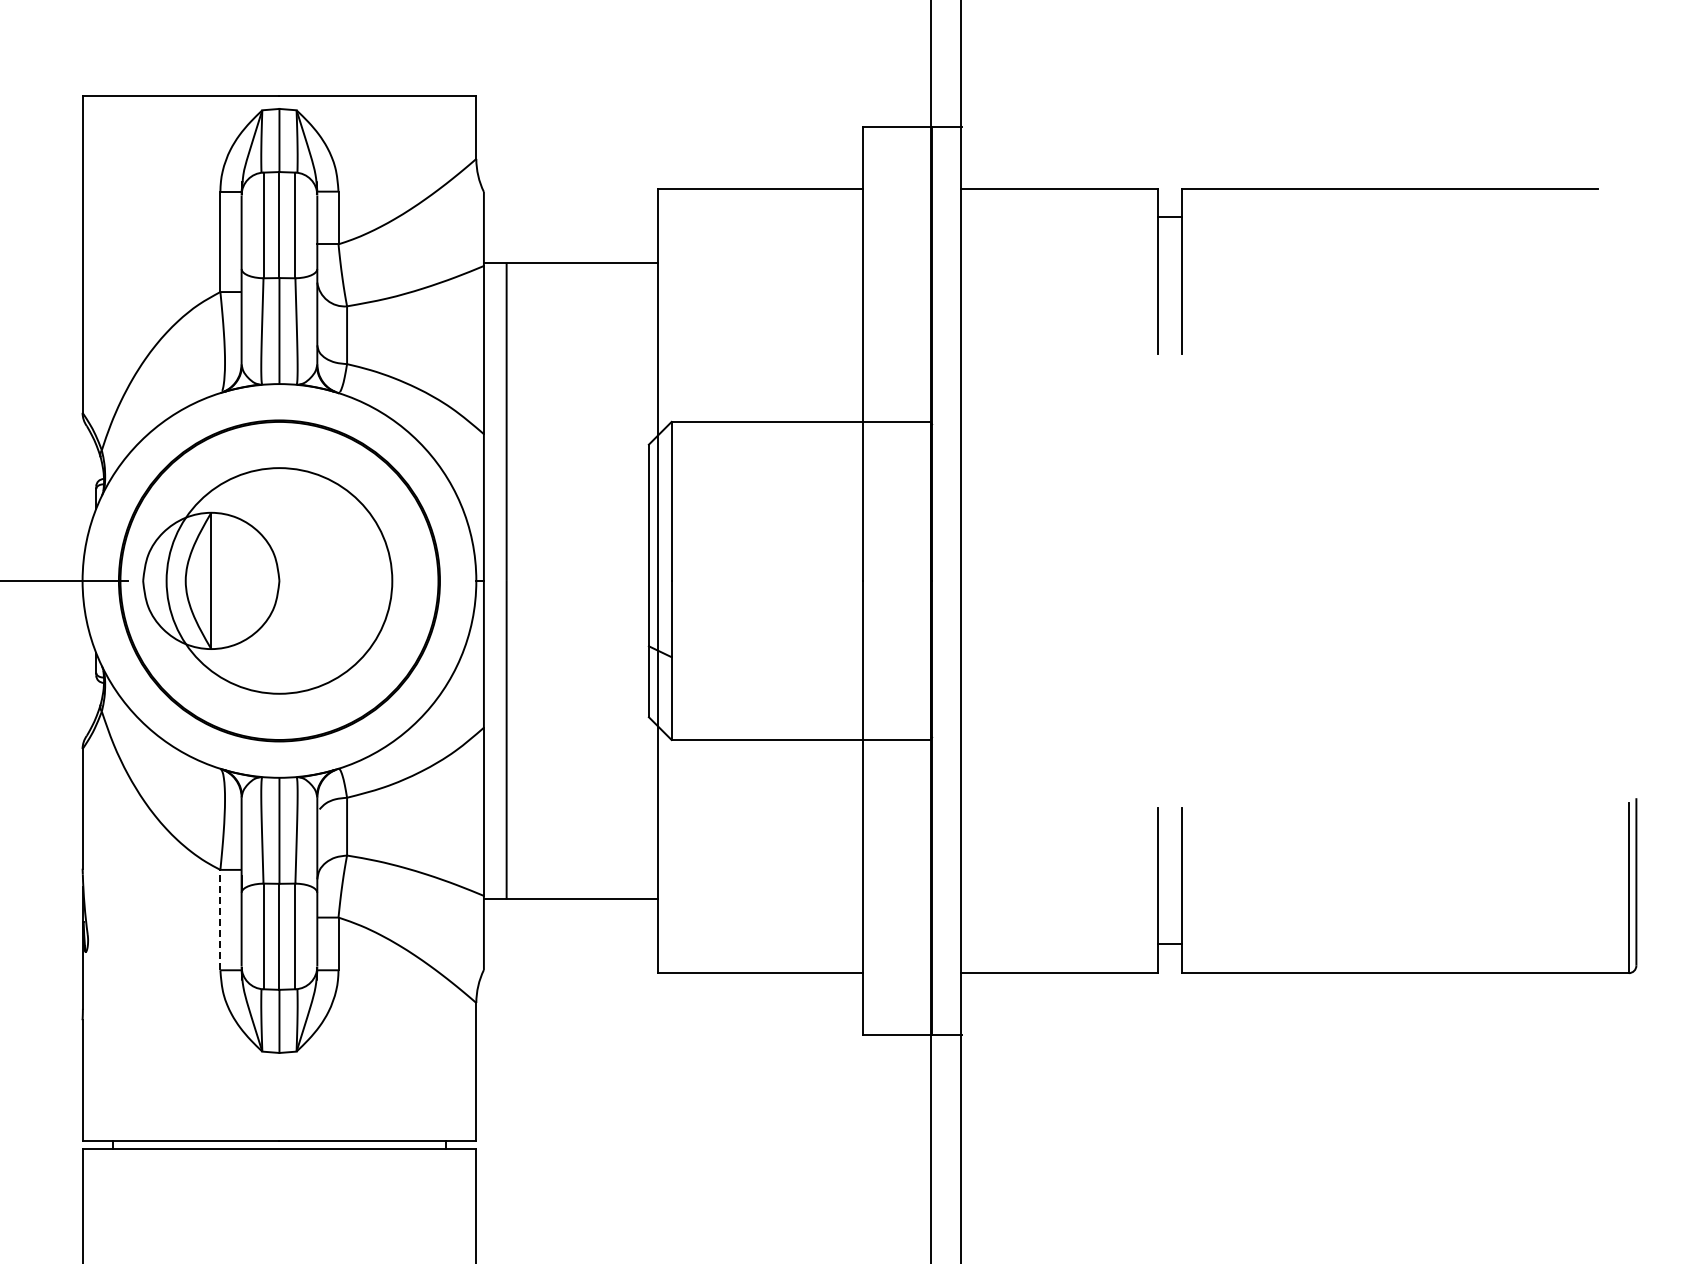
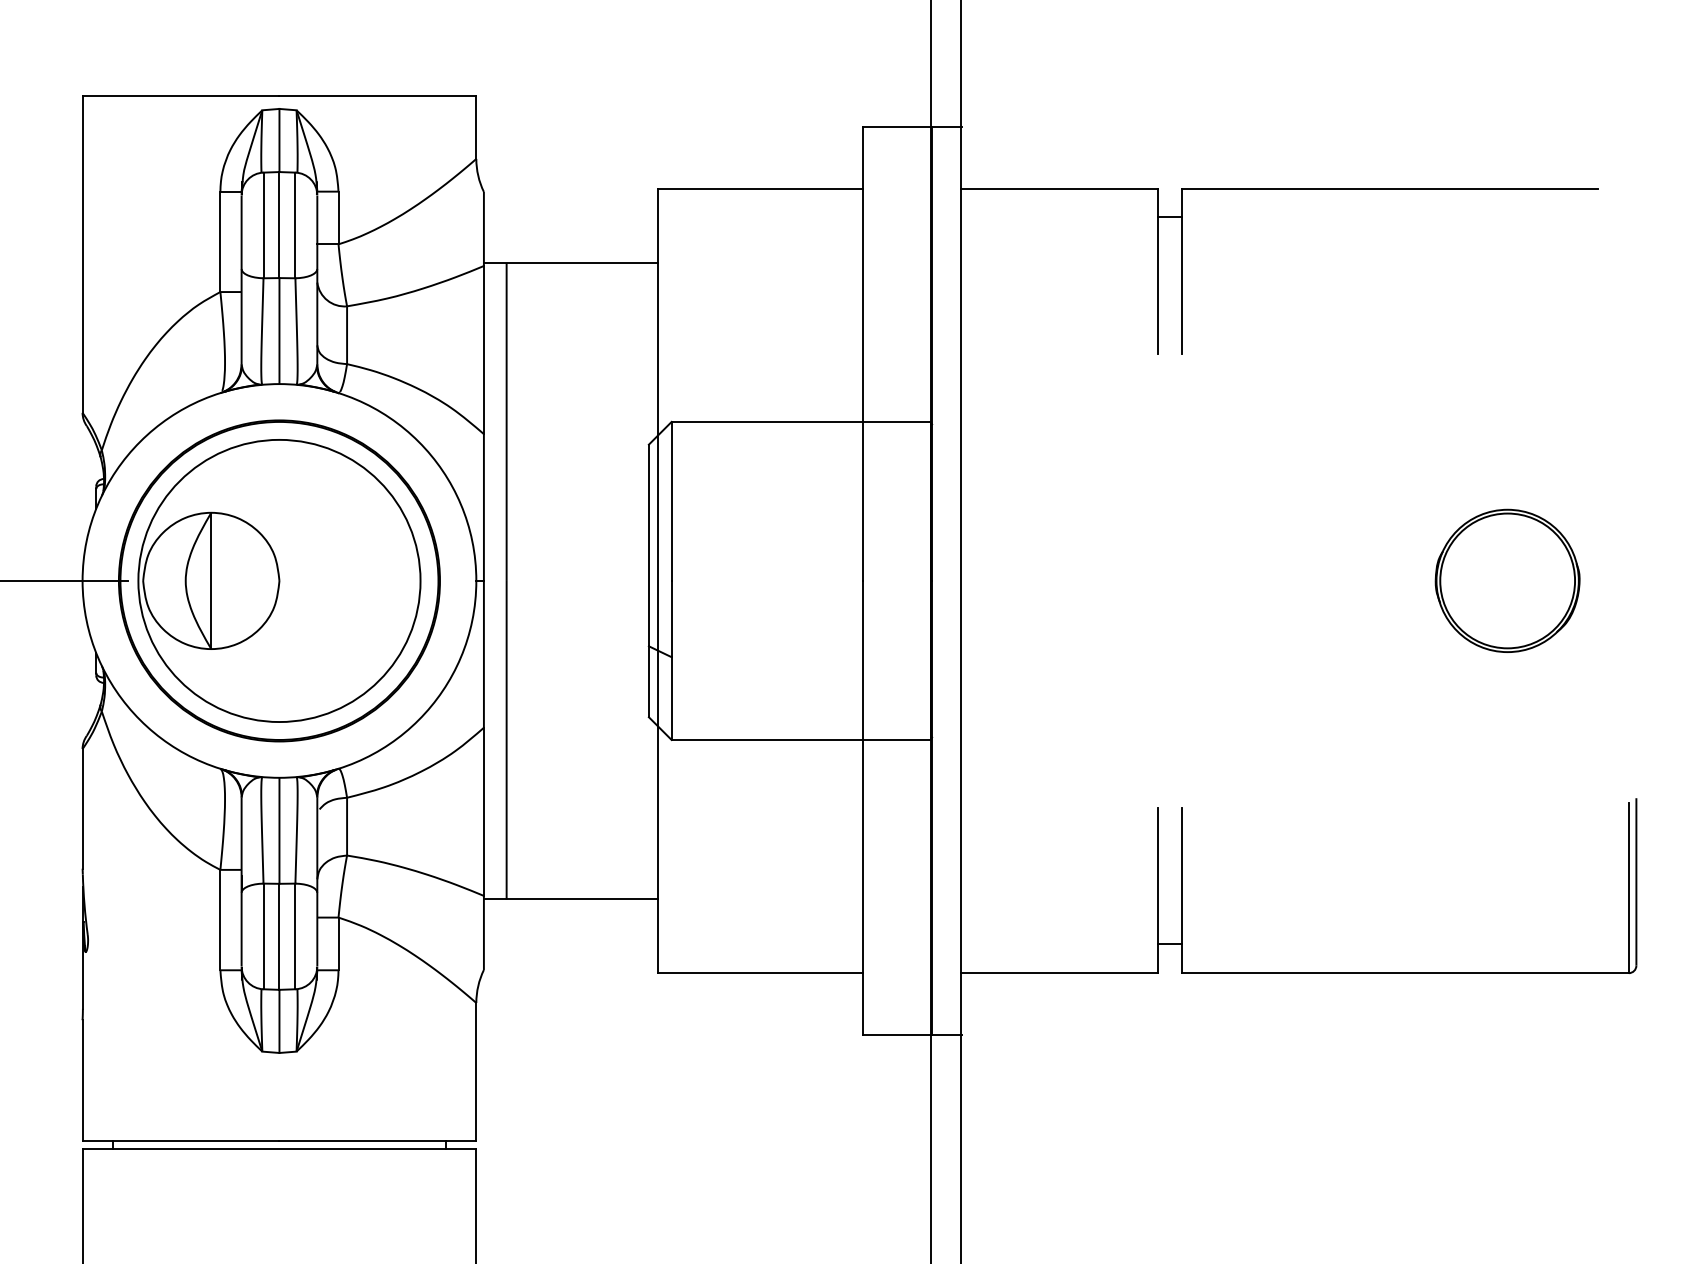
circle at (279, 580) diameter: 226 px -> 282 px
part at (1507, 580): none -> present
line at (220, 919): dashed -> solid
